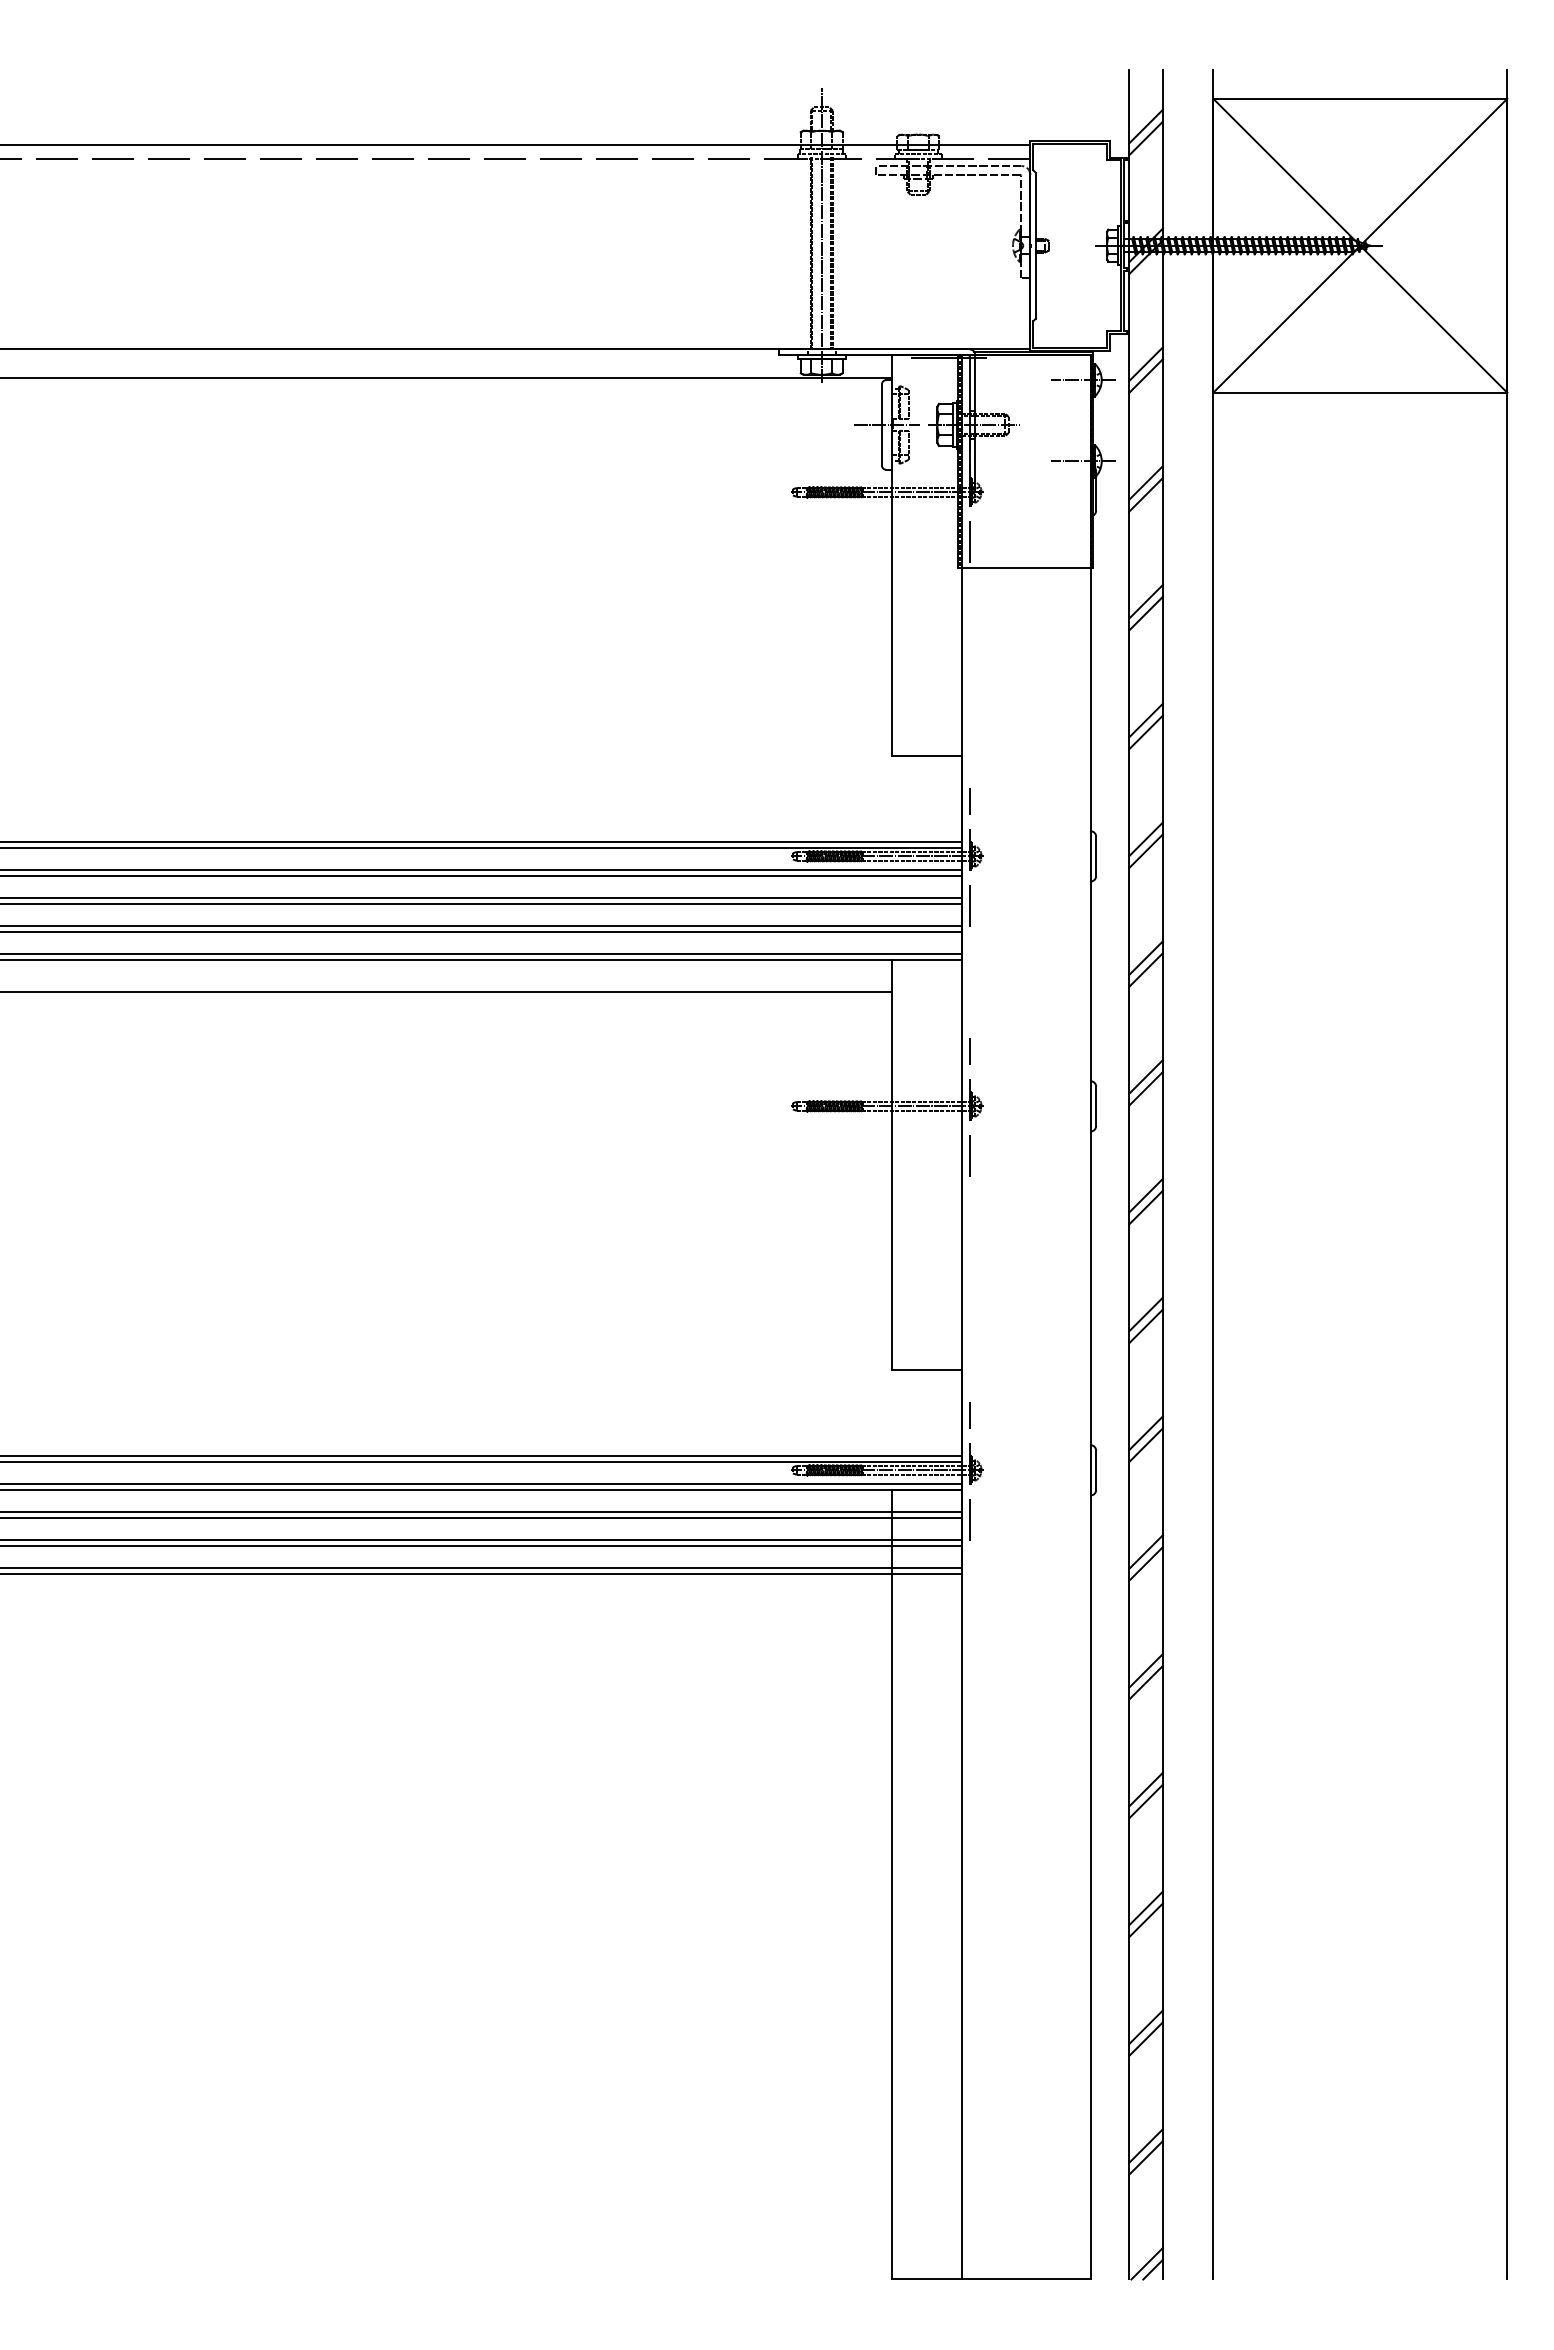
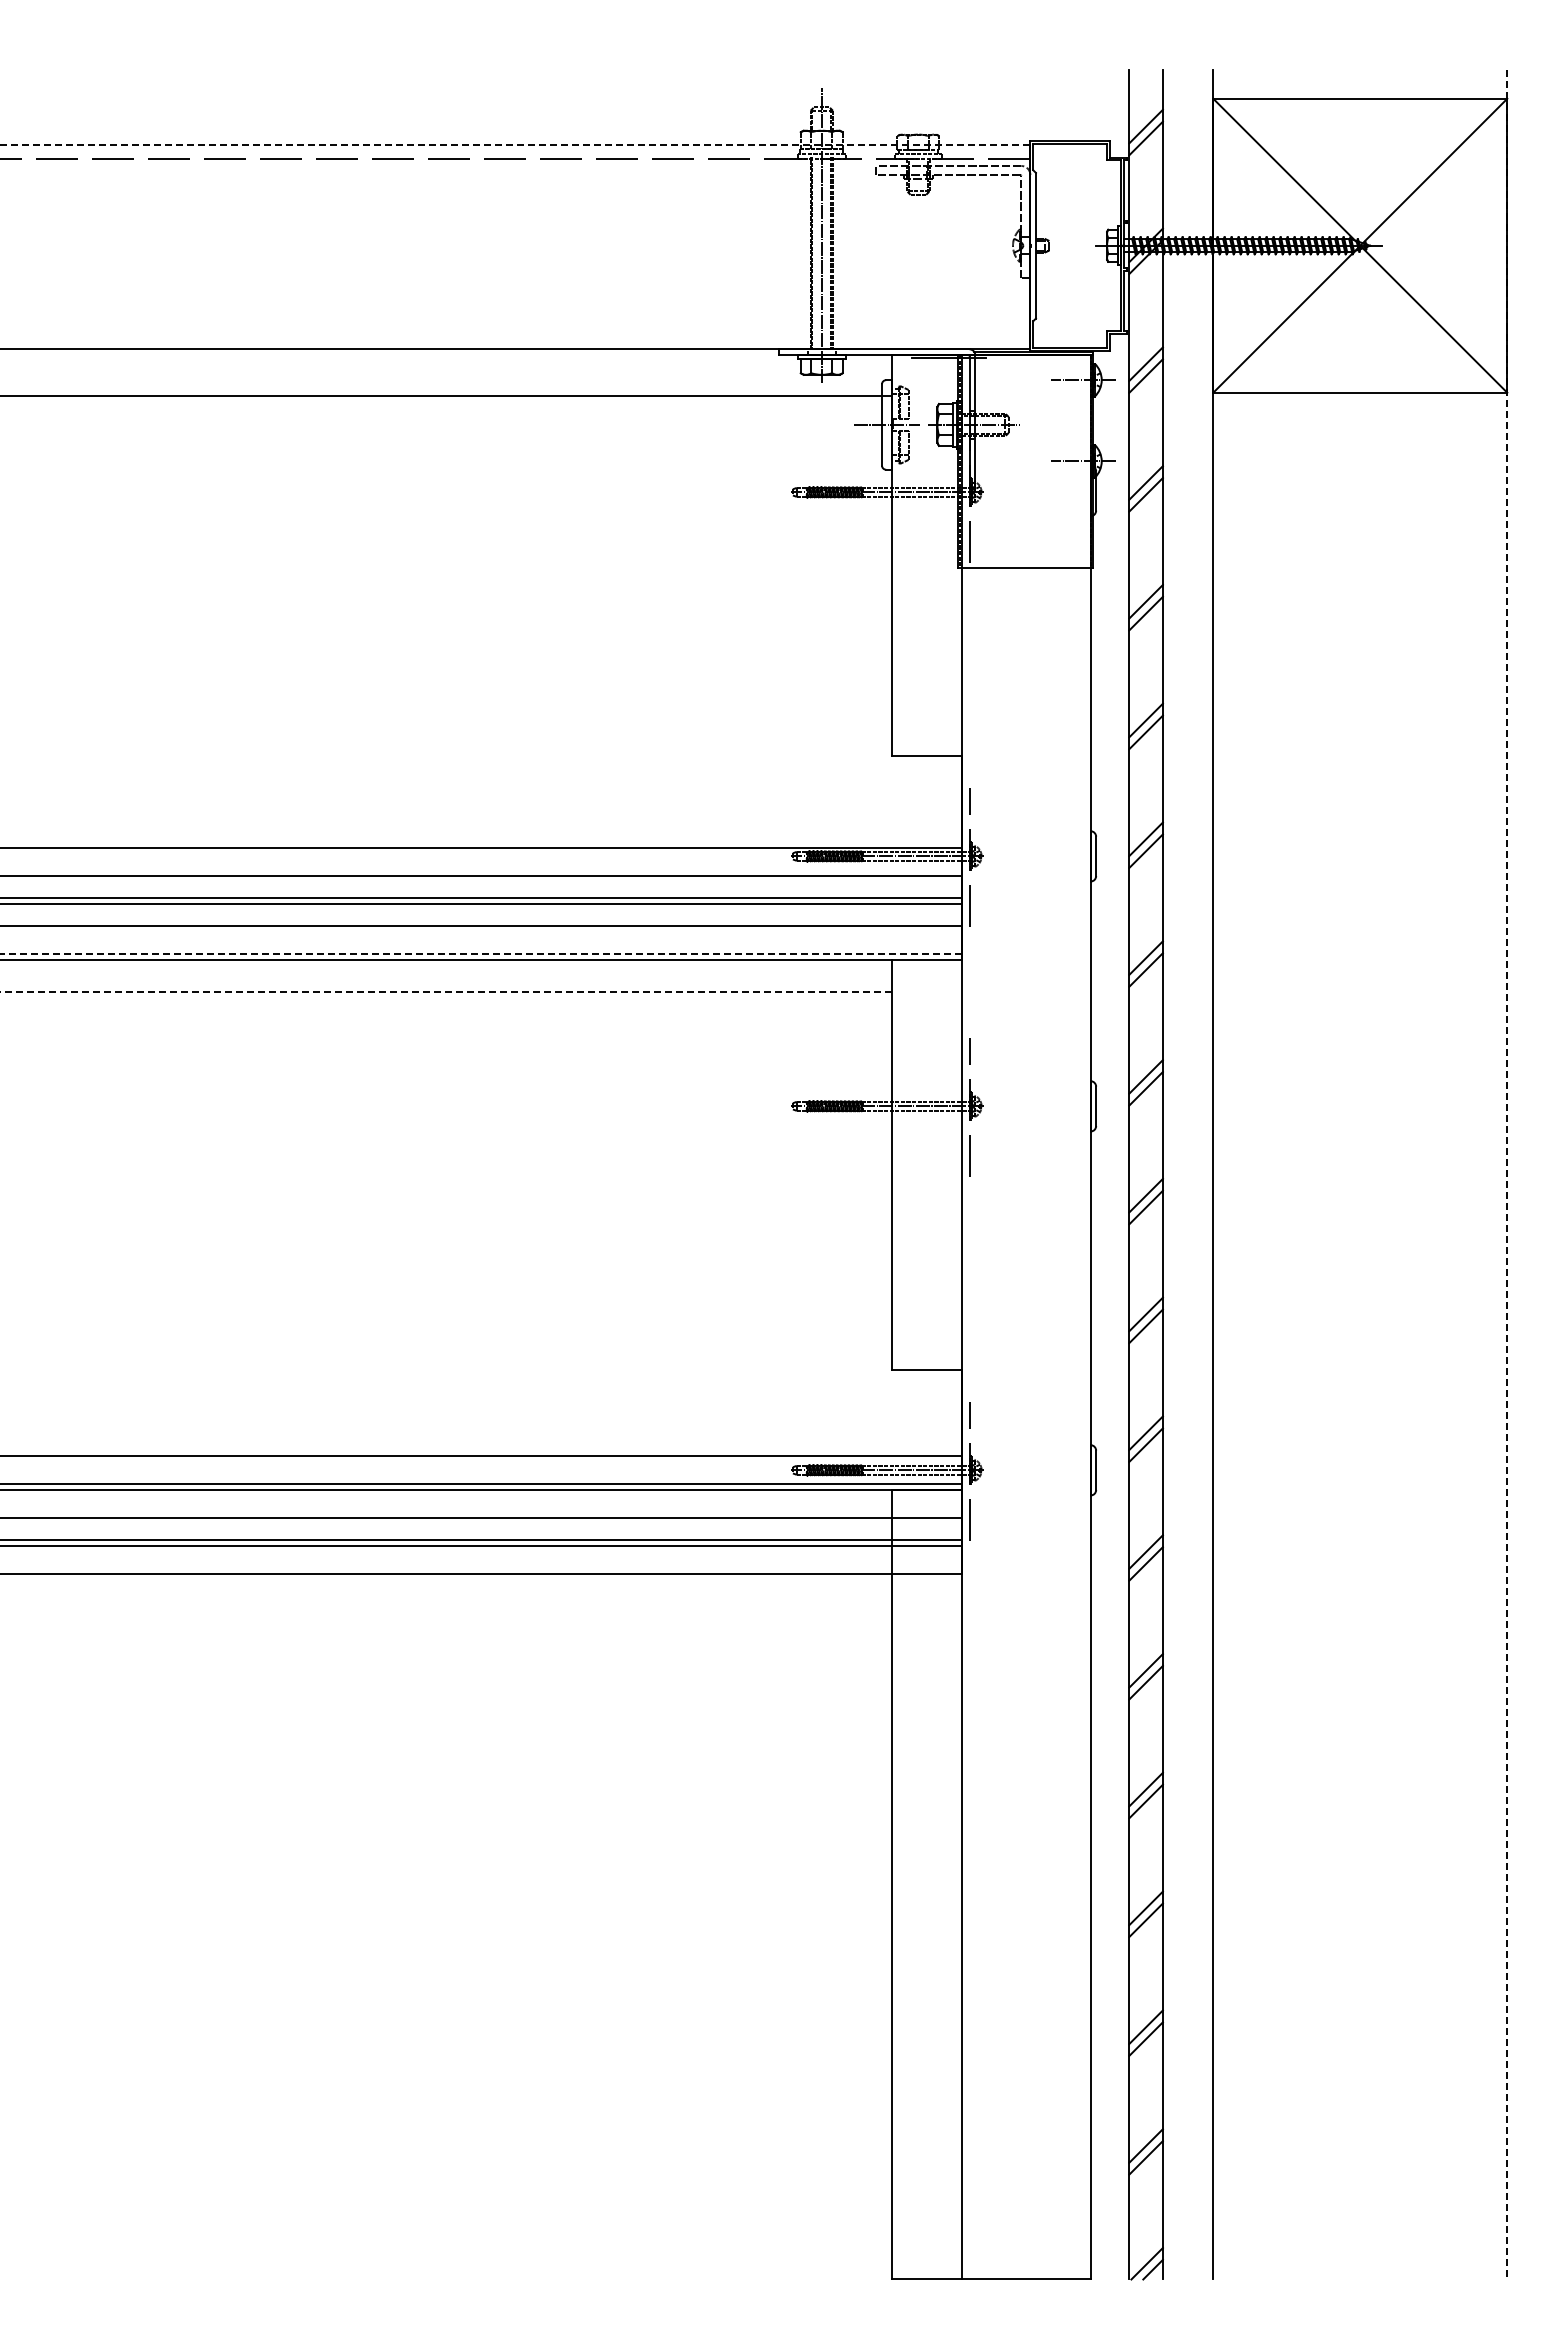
line at (515, 144): solid -> dashed
line at (446, 377) position: (446, 377) -> (446, 395)
line at (481, 842): present -> none
line at (481, 870): present -> none
line at (481, 931): present -> none
line at (480, 954): solid -> dashed
line at (445, 991): solid -> dashed
line at (1507, 1174): solid -> dashed
line at (481, 1461): present -> none
line at (481, 1512): present -> none
line at (481, 1568): present -> none
